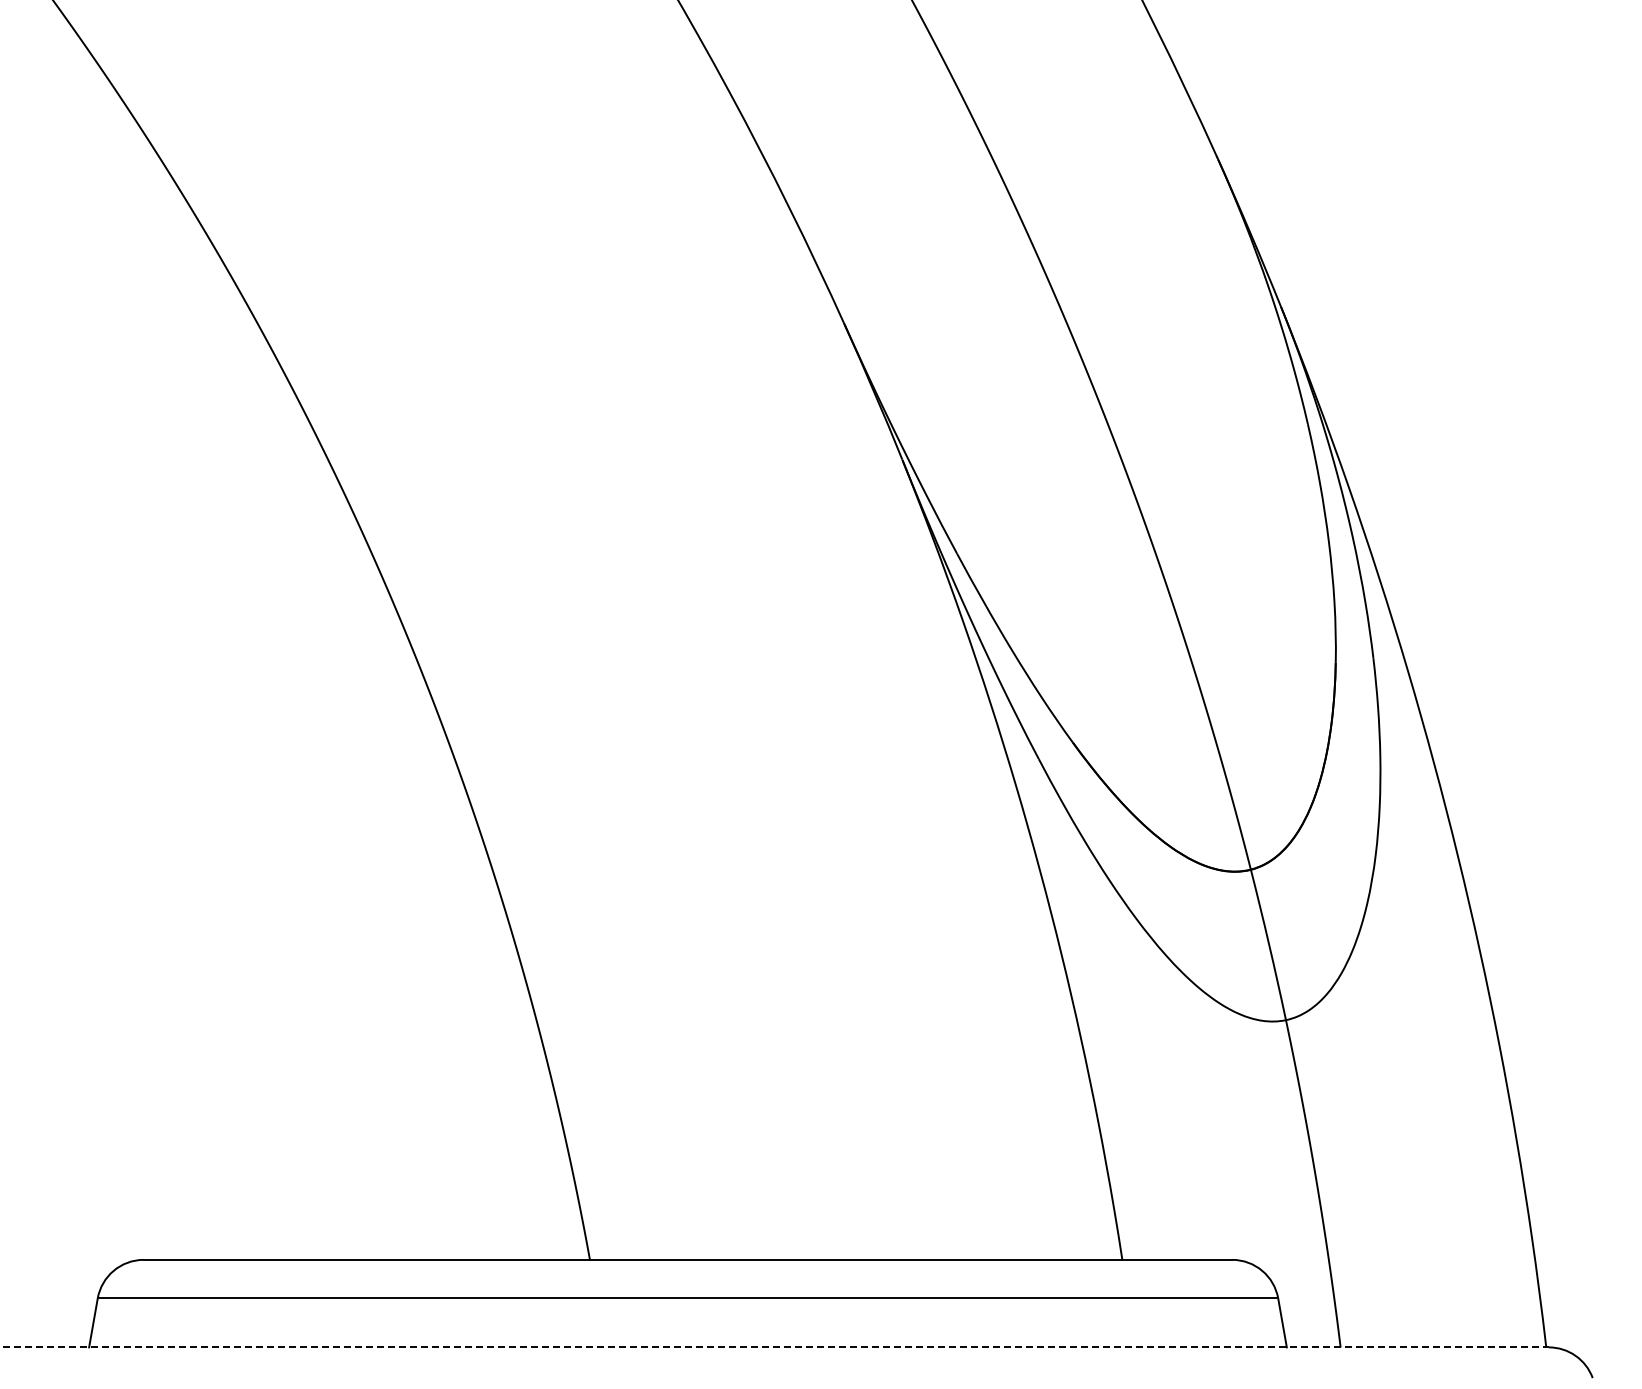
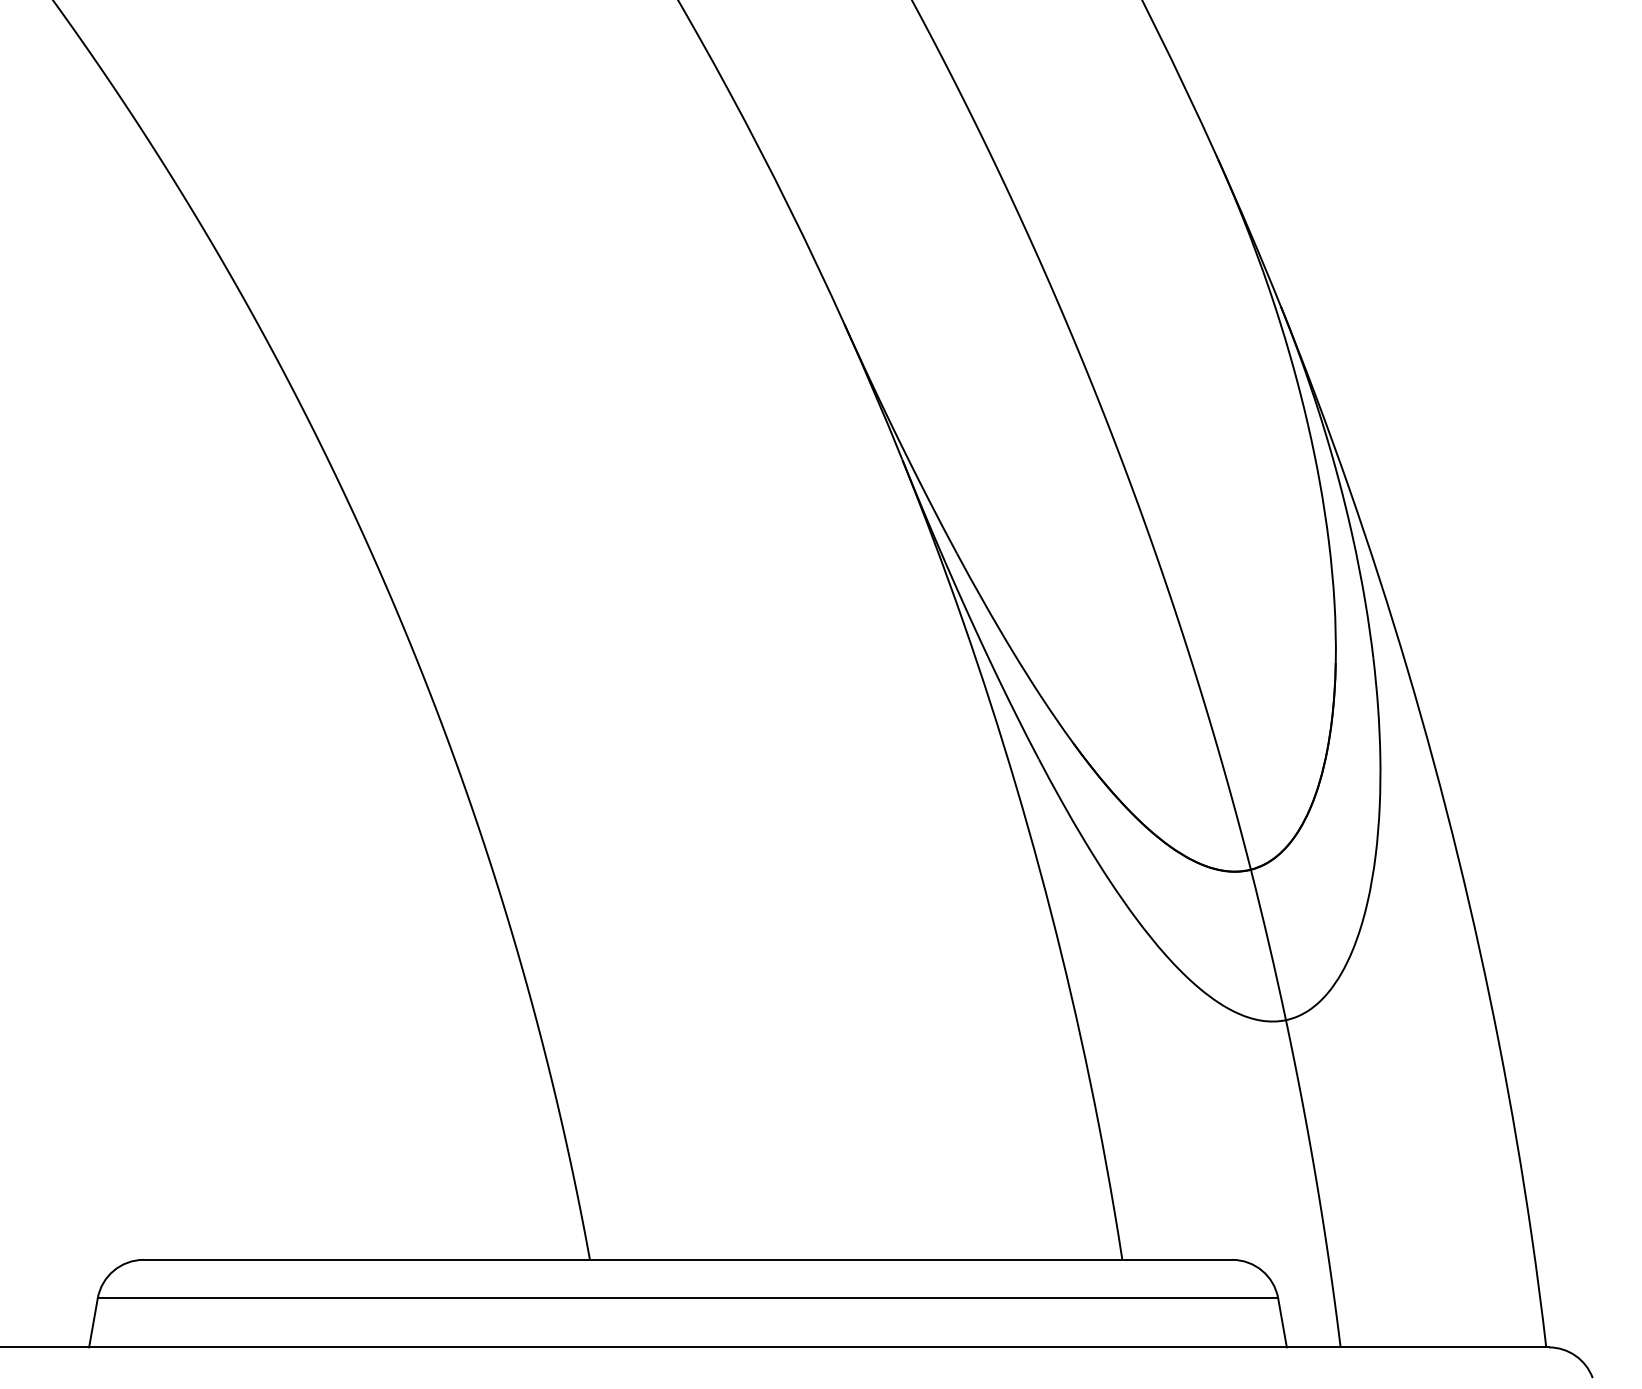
line at (774, 1347): dashed -> solid
